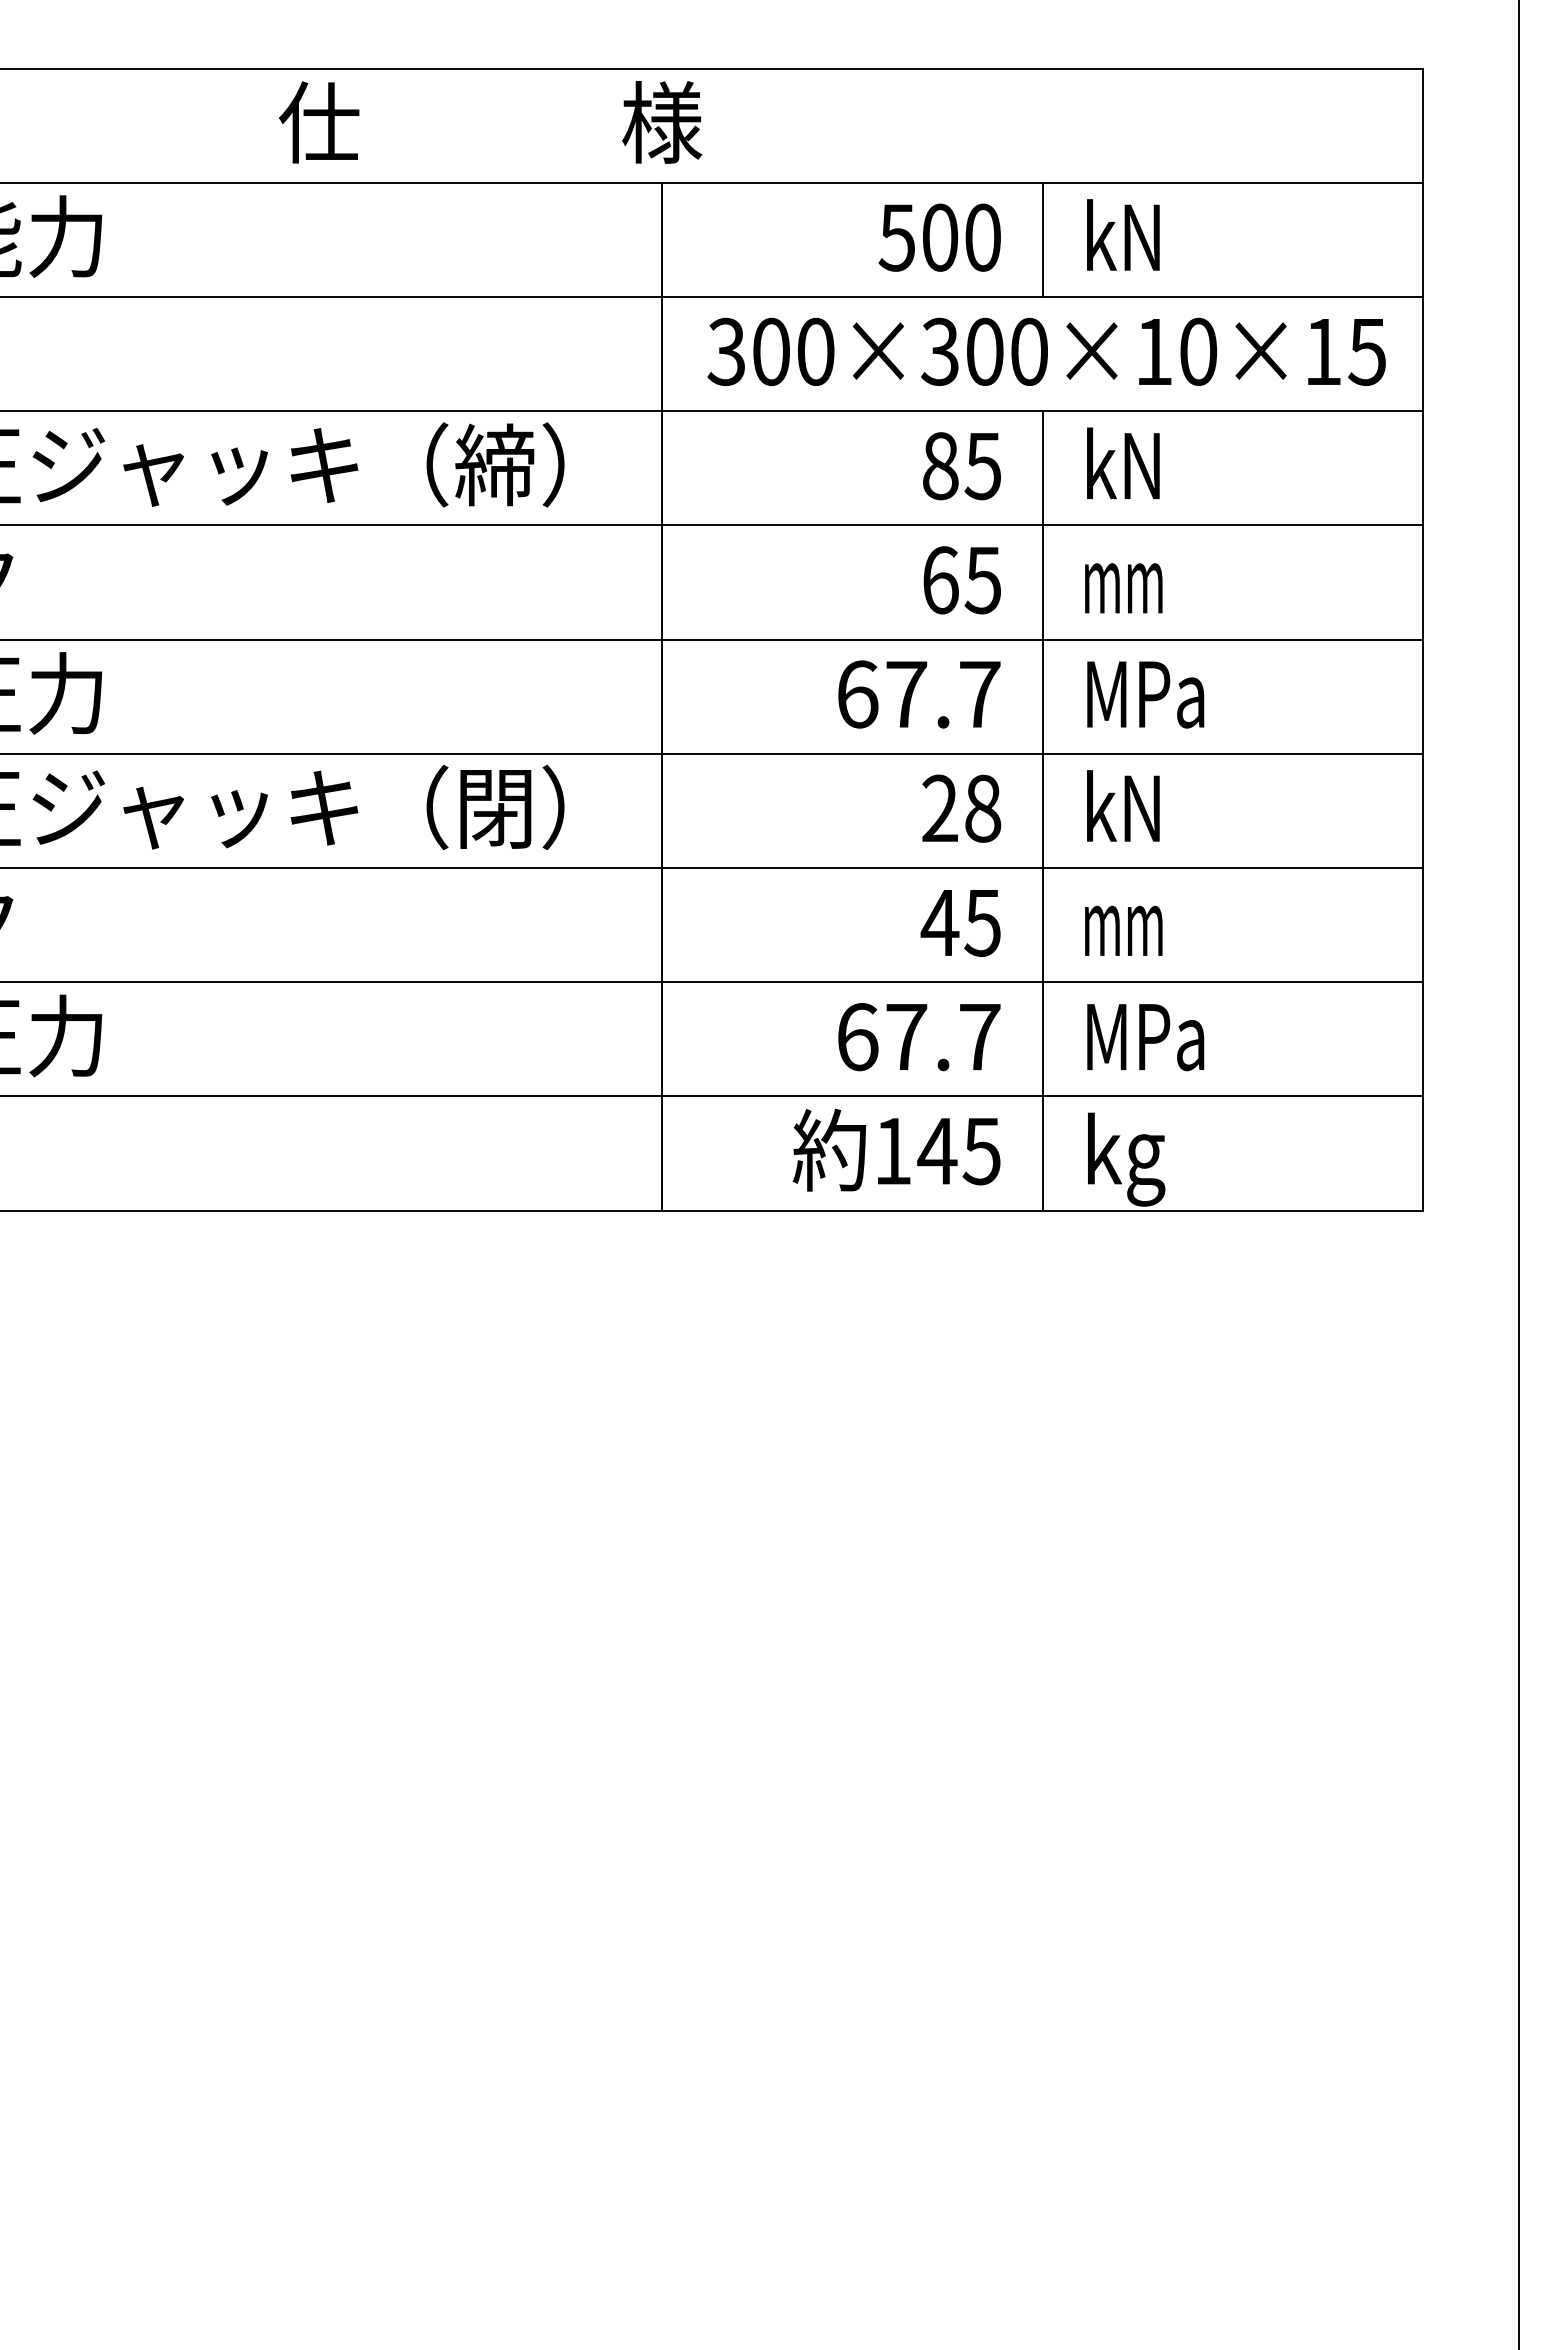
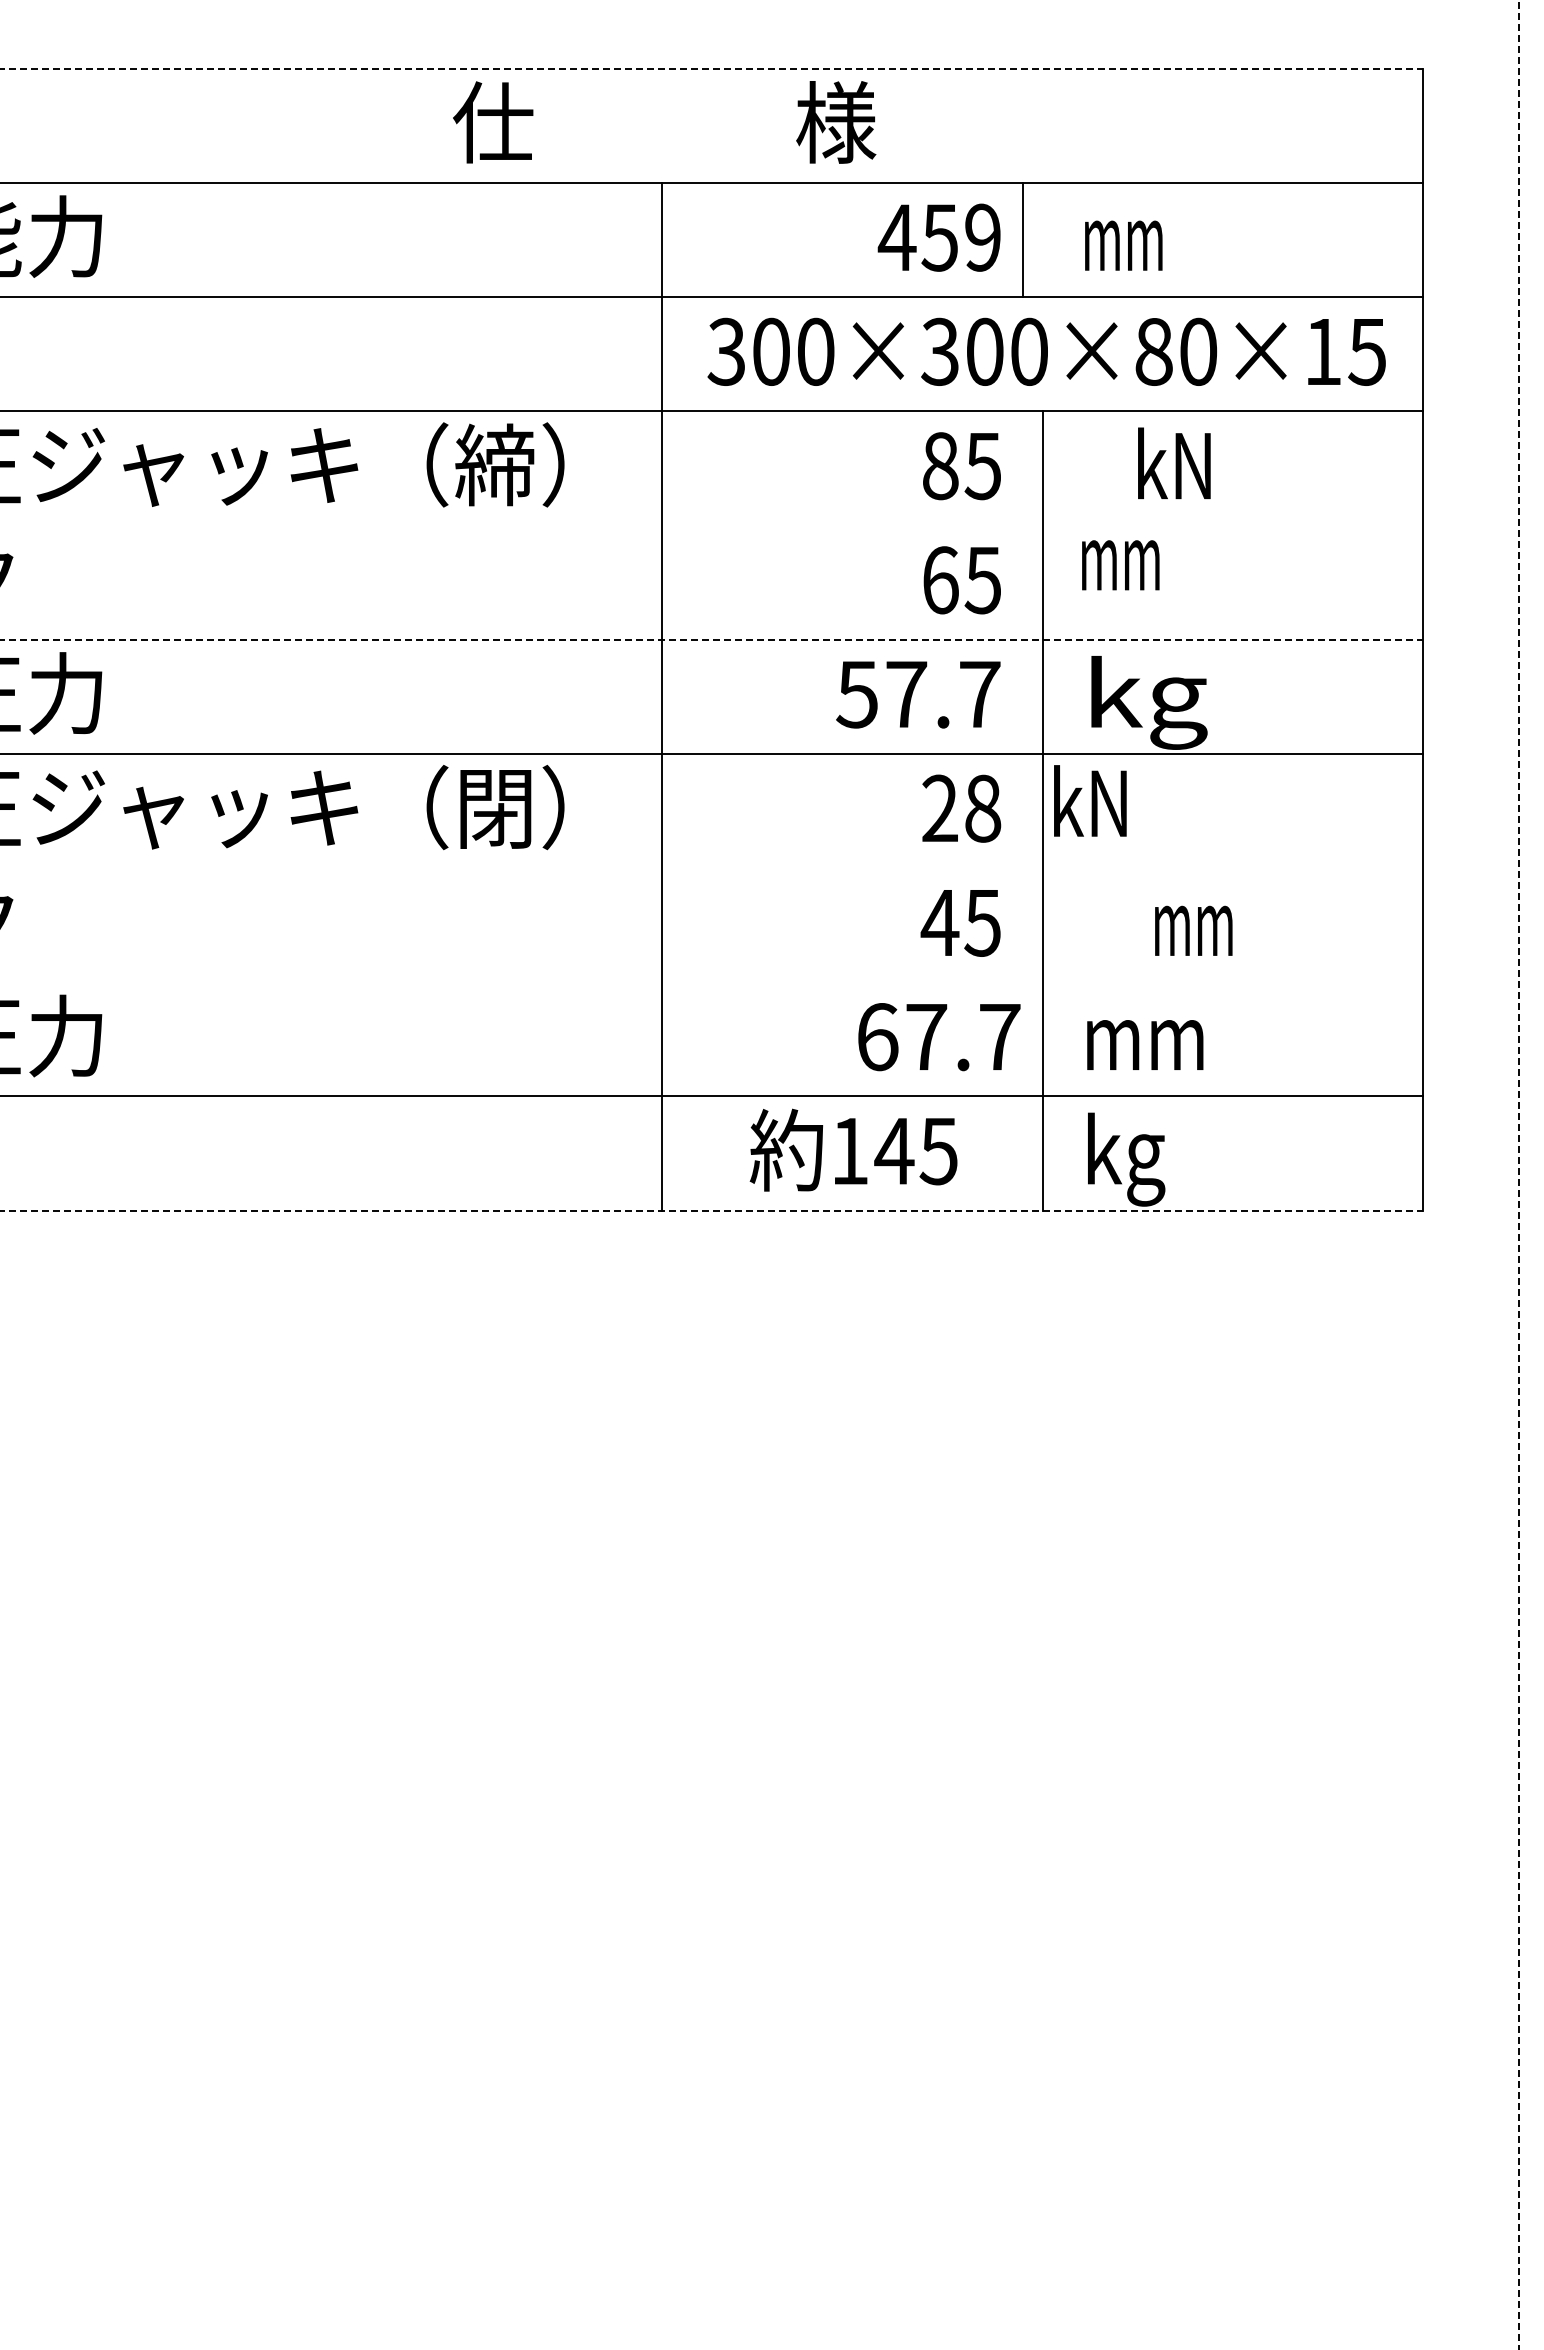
line at (711, 68): solid -> dashed
text at (490, 122) position: (490, 122) -> (664, 122)
text at (1123, 234): kN -> mm
text at (938, 237): 500 -> 459
line at (1042, 239) position: (1042, 239) -> (1022, 239)
text at (1153, 351): 300×300×10×15 -> 300×300×80×15
text at (1123, 462) position: (1123, 462) -> (1174, 462)
line at (712, 525): present -> none
text at (1123, 588) position: (1123, 588) -> (1120, 565)
line at (711, 639): solid -> dashed
text at (857, 694): 67.7 -> 57.7
text at (1147, 702): MPa -> kg
text at (1123, 805) position: (1123, 805) -> (1090, 800)
line at (712, 868): present -> none
text at (1123, 930) position: (1123, 930) -> (1193, 930)
line at (712, 982): present -> none
text at (919, 1037) position: (919, 1037) -> (939, 1037)
text at (1145, 1037): MPa -> mm
text at (896, 1149) position: (896, 1149) -> (853, 1149)
line at (1518, 1174): solid -> dashed
line at (711, 1210): solid -> dashed
